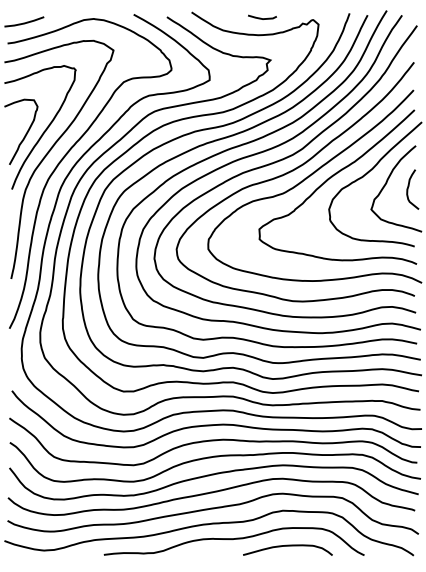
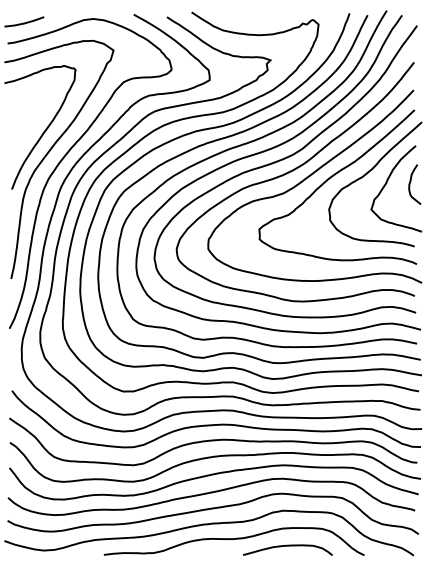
line at (262, 18): present -> none
curve at (25, 133): present -> none
curve at (408, 189) position: (408, 189) -> (410, 184)
